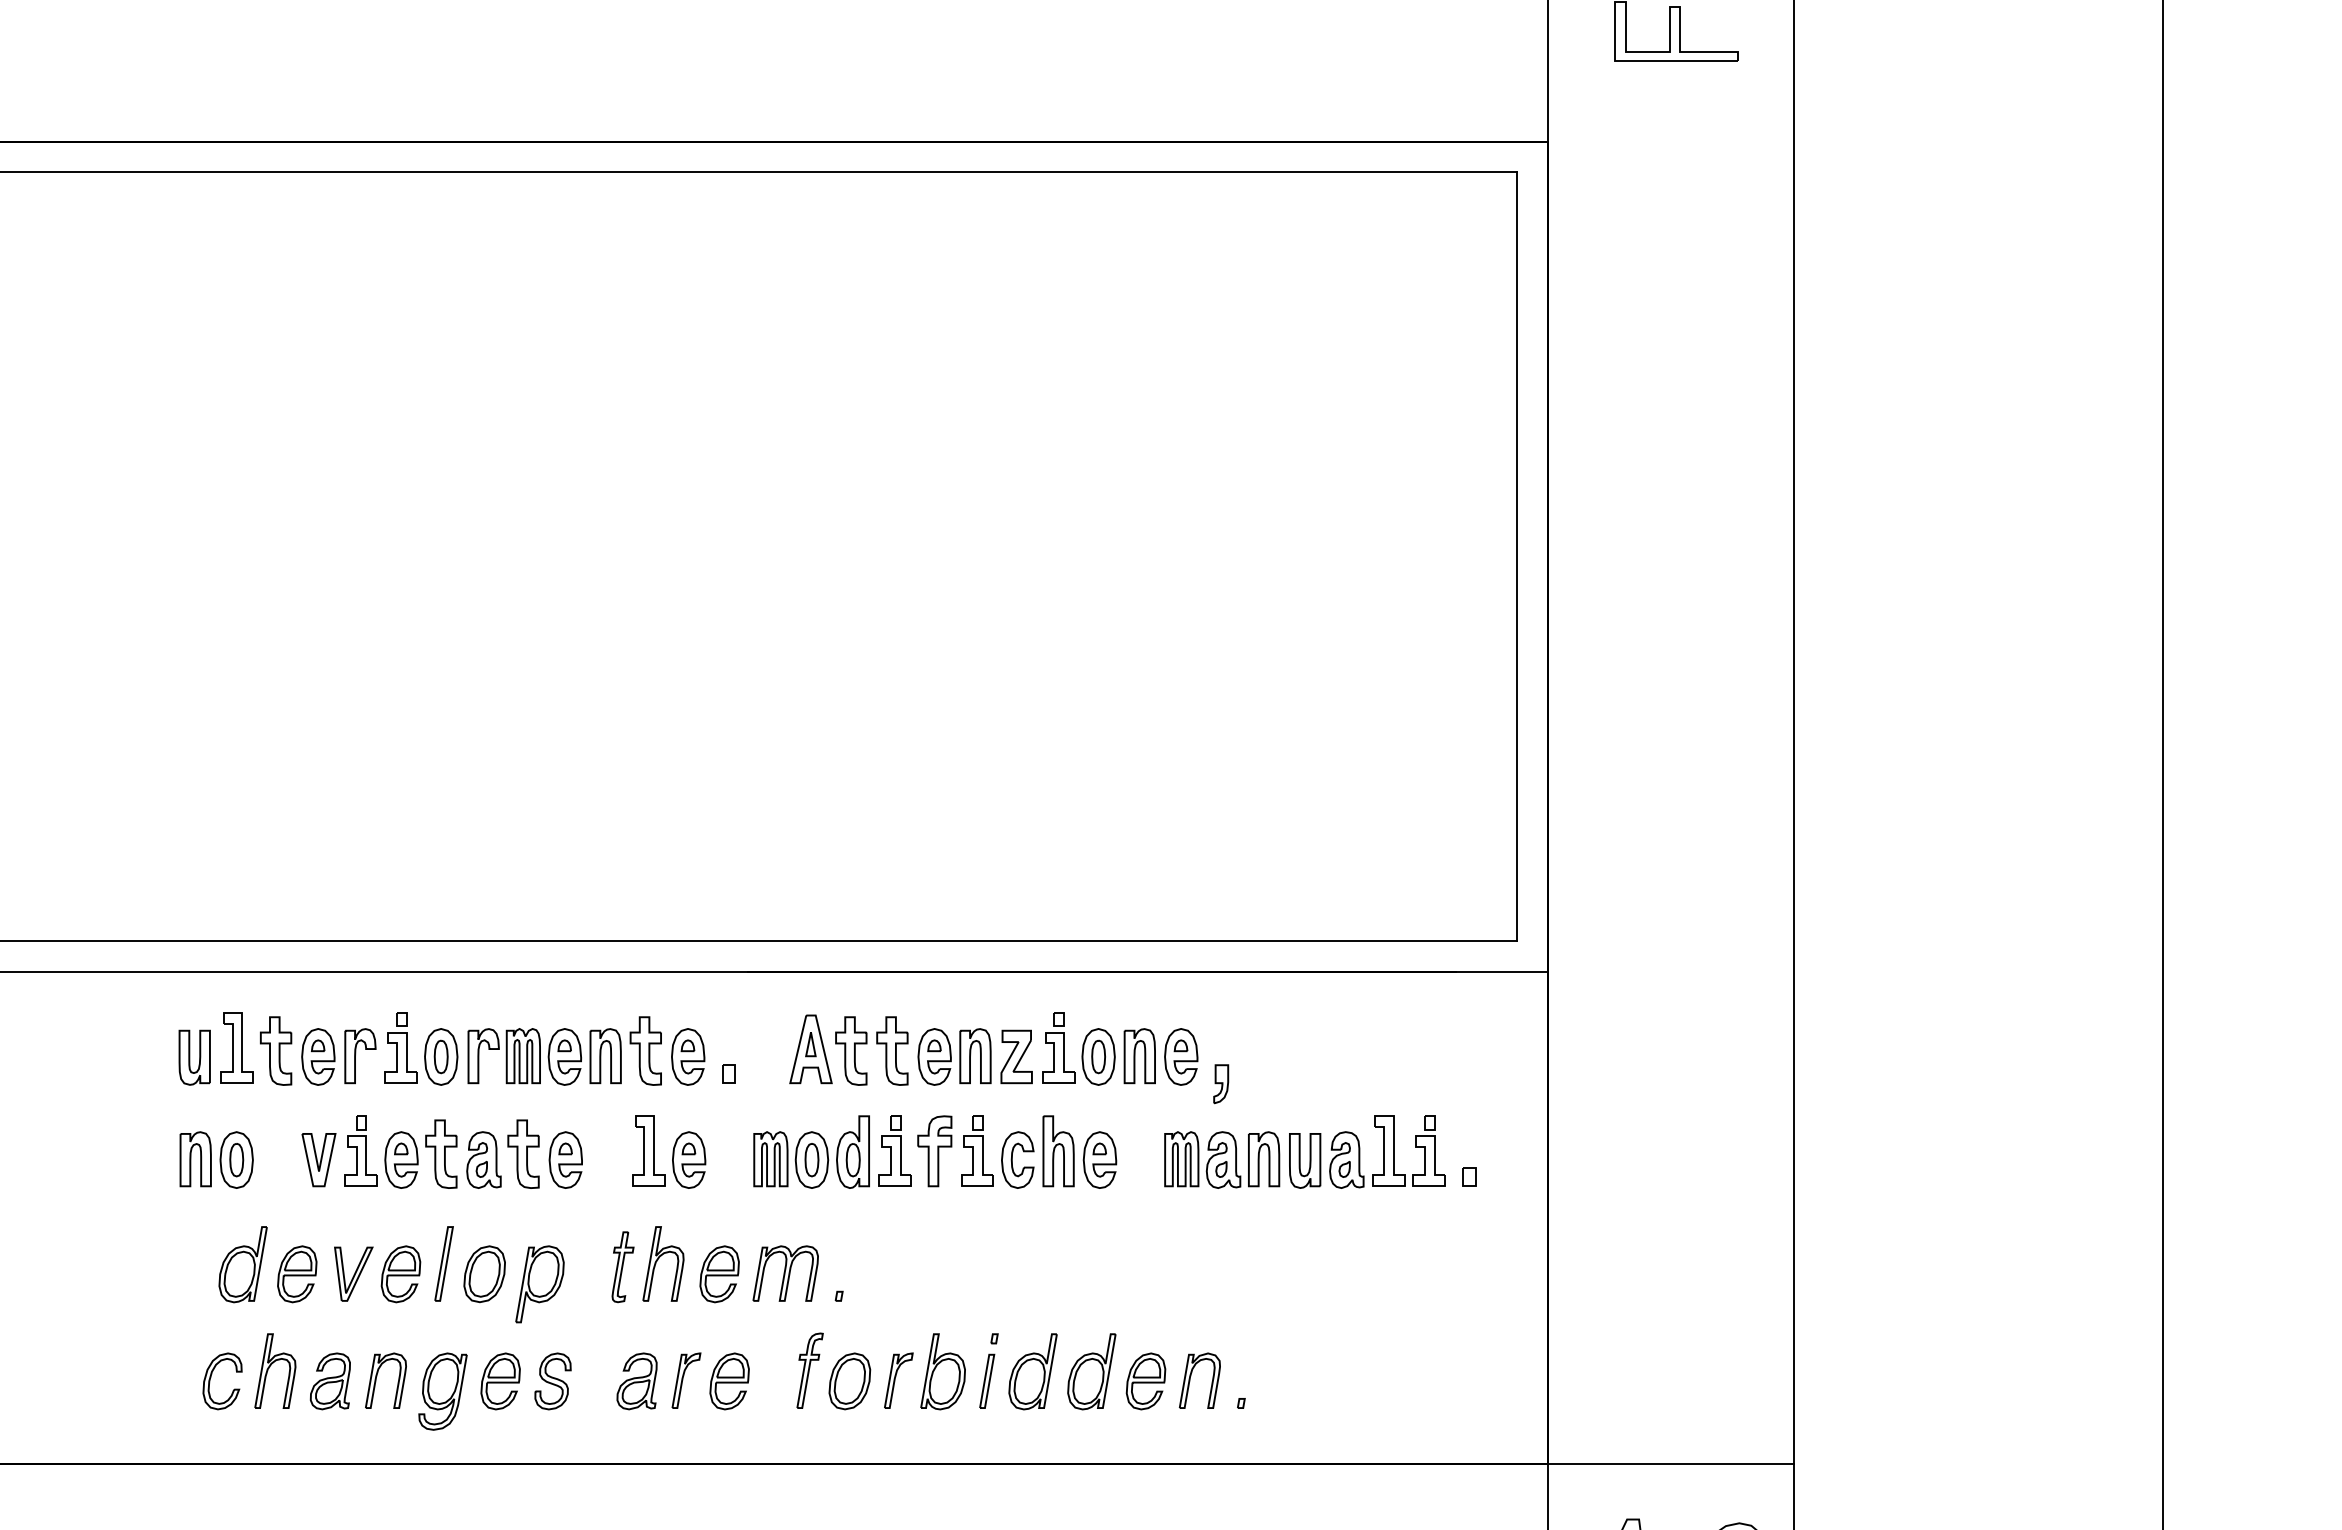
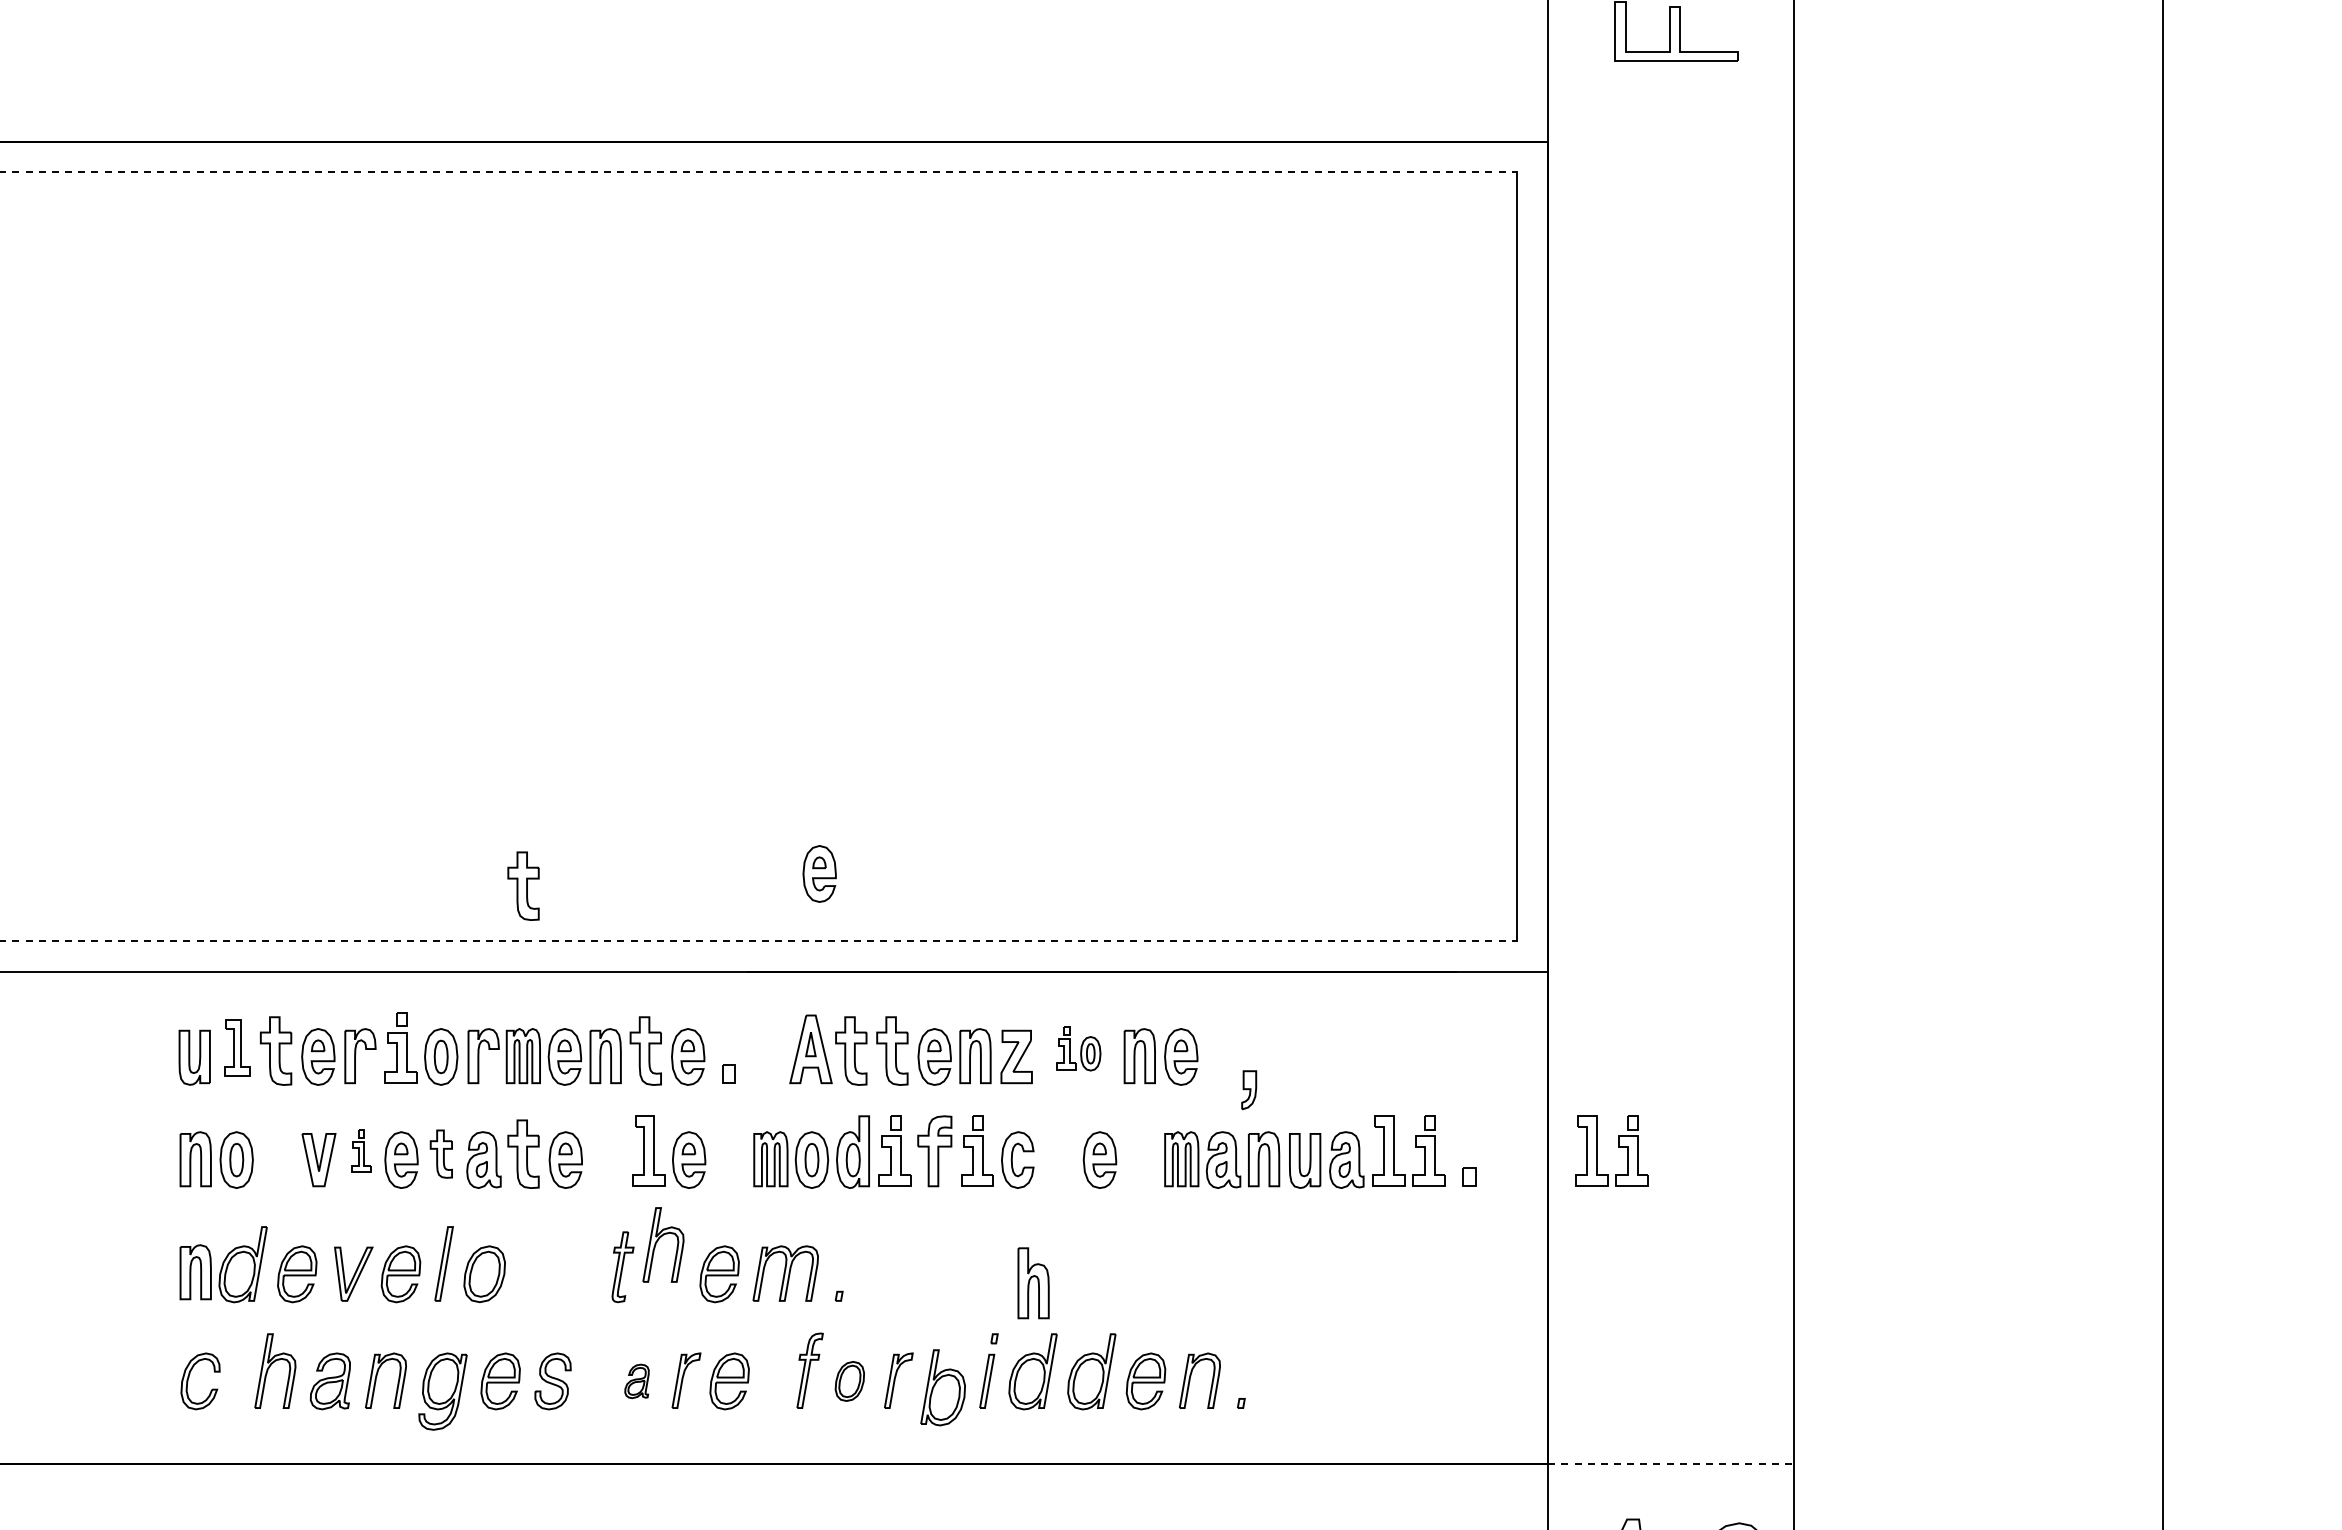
line at (759, 172): solid -> dashed
part at (819, 873): none -> present
part at (523, 885): none -> present
line at (759, 941): solid -> dashed
part at (236, 1047) size: 34x72 px -> 27x58 px
part at (1078, 1048) size: 74x74 px -> 46x46 px
part at (1221, 1084) position: (1221, 1084) -> (1249, 1090)
part at (1618, 1147): none -> present
part at (360, 1150) size: 34x72 px -> 21x44 px
part at (1058, 1151) position: (1058, 1151) -> (1033, 1283)
part at (441, 1153) size: 33x70 px -> 24x50 px
part at (657, 1261) position: (657, 1261) -> (657, 1242)
part at (195, 1272): none -> present
part at (539, 1284): present -> none
part at (942, 1371) position: (942, 1371) -> (942, 1387)
part at (211, 1377) position: (211, 1377) -> (189, 1377)
part at (636, 1381) size: 42x59 px -> 26x37 px
part at (849, 1381) size: 44x59 px -> 31x41 px
line at (1671, 1464): solid -> dashed
